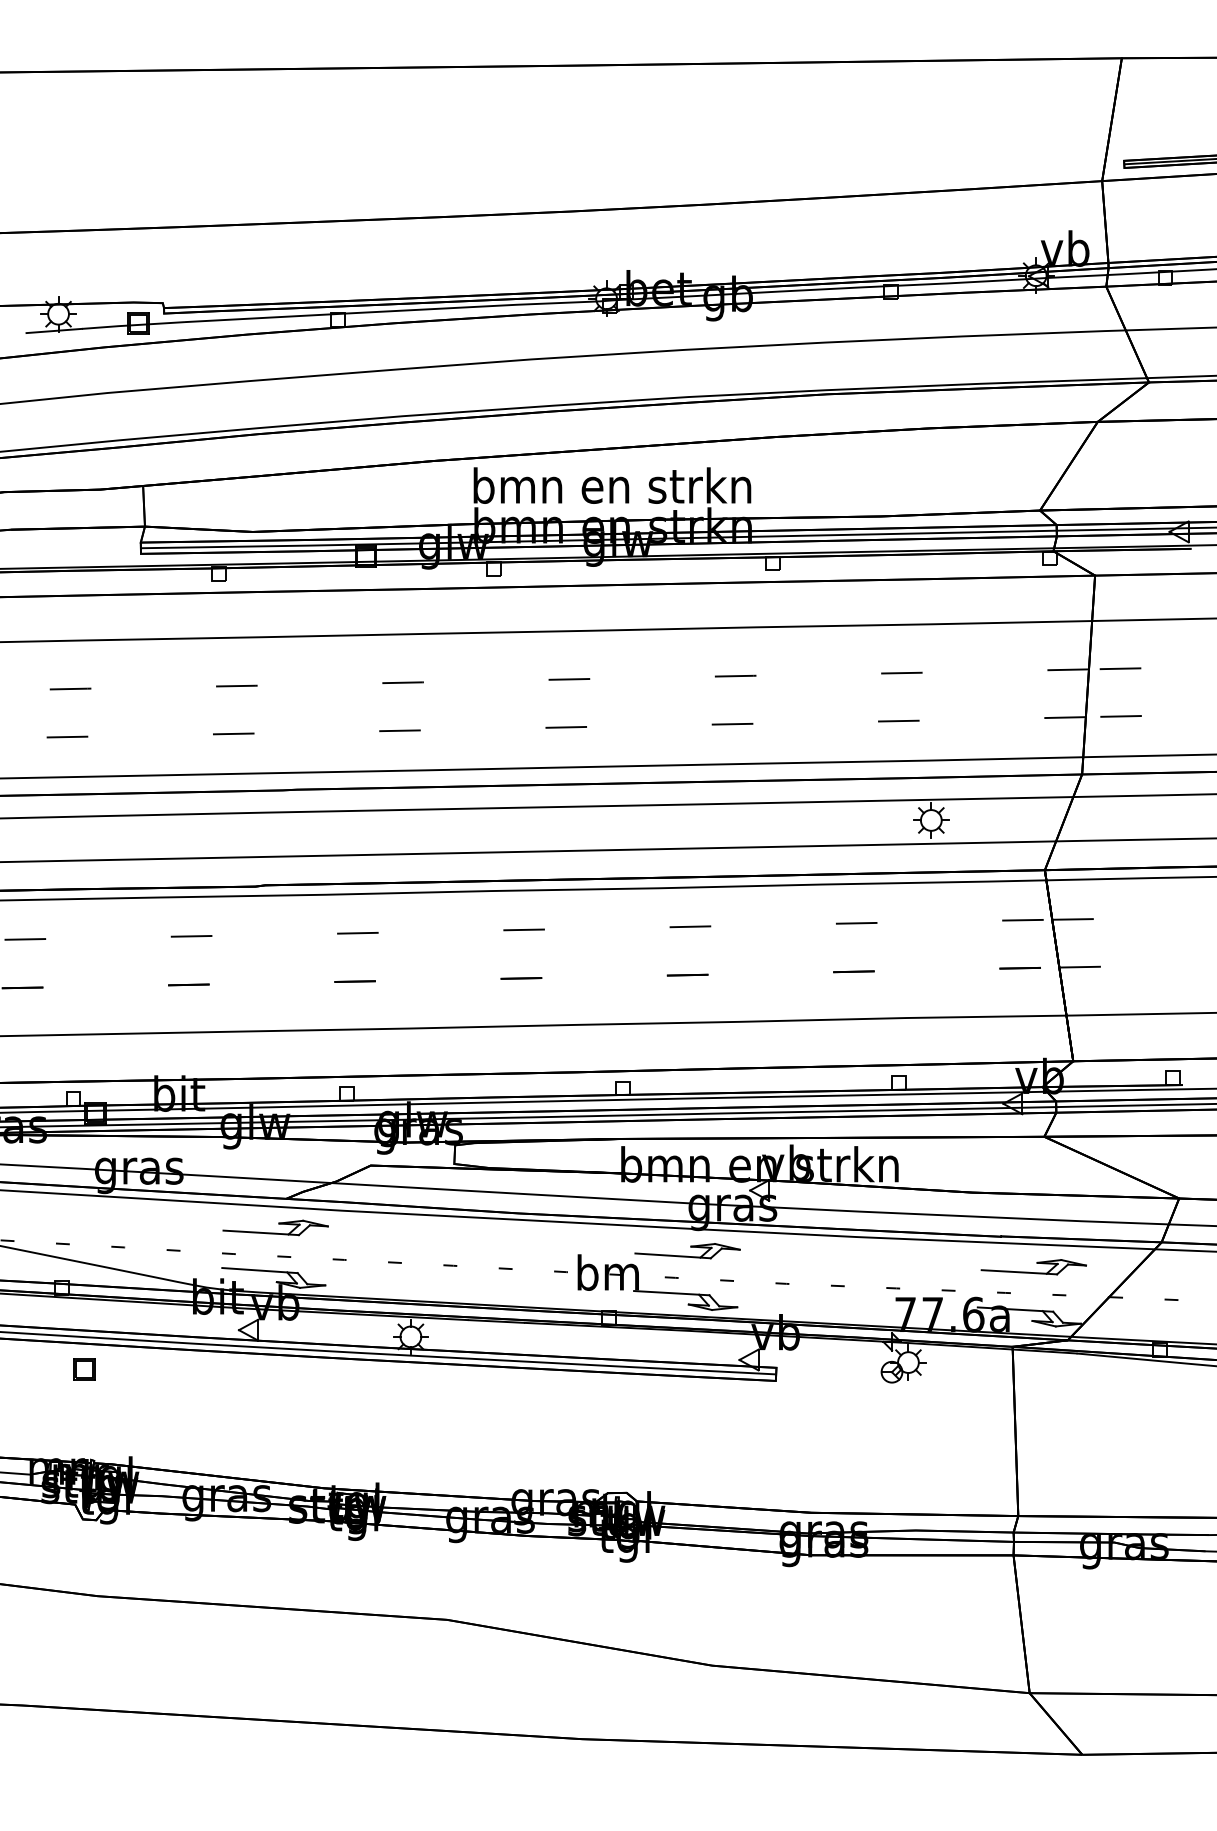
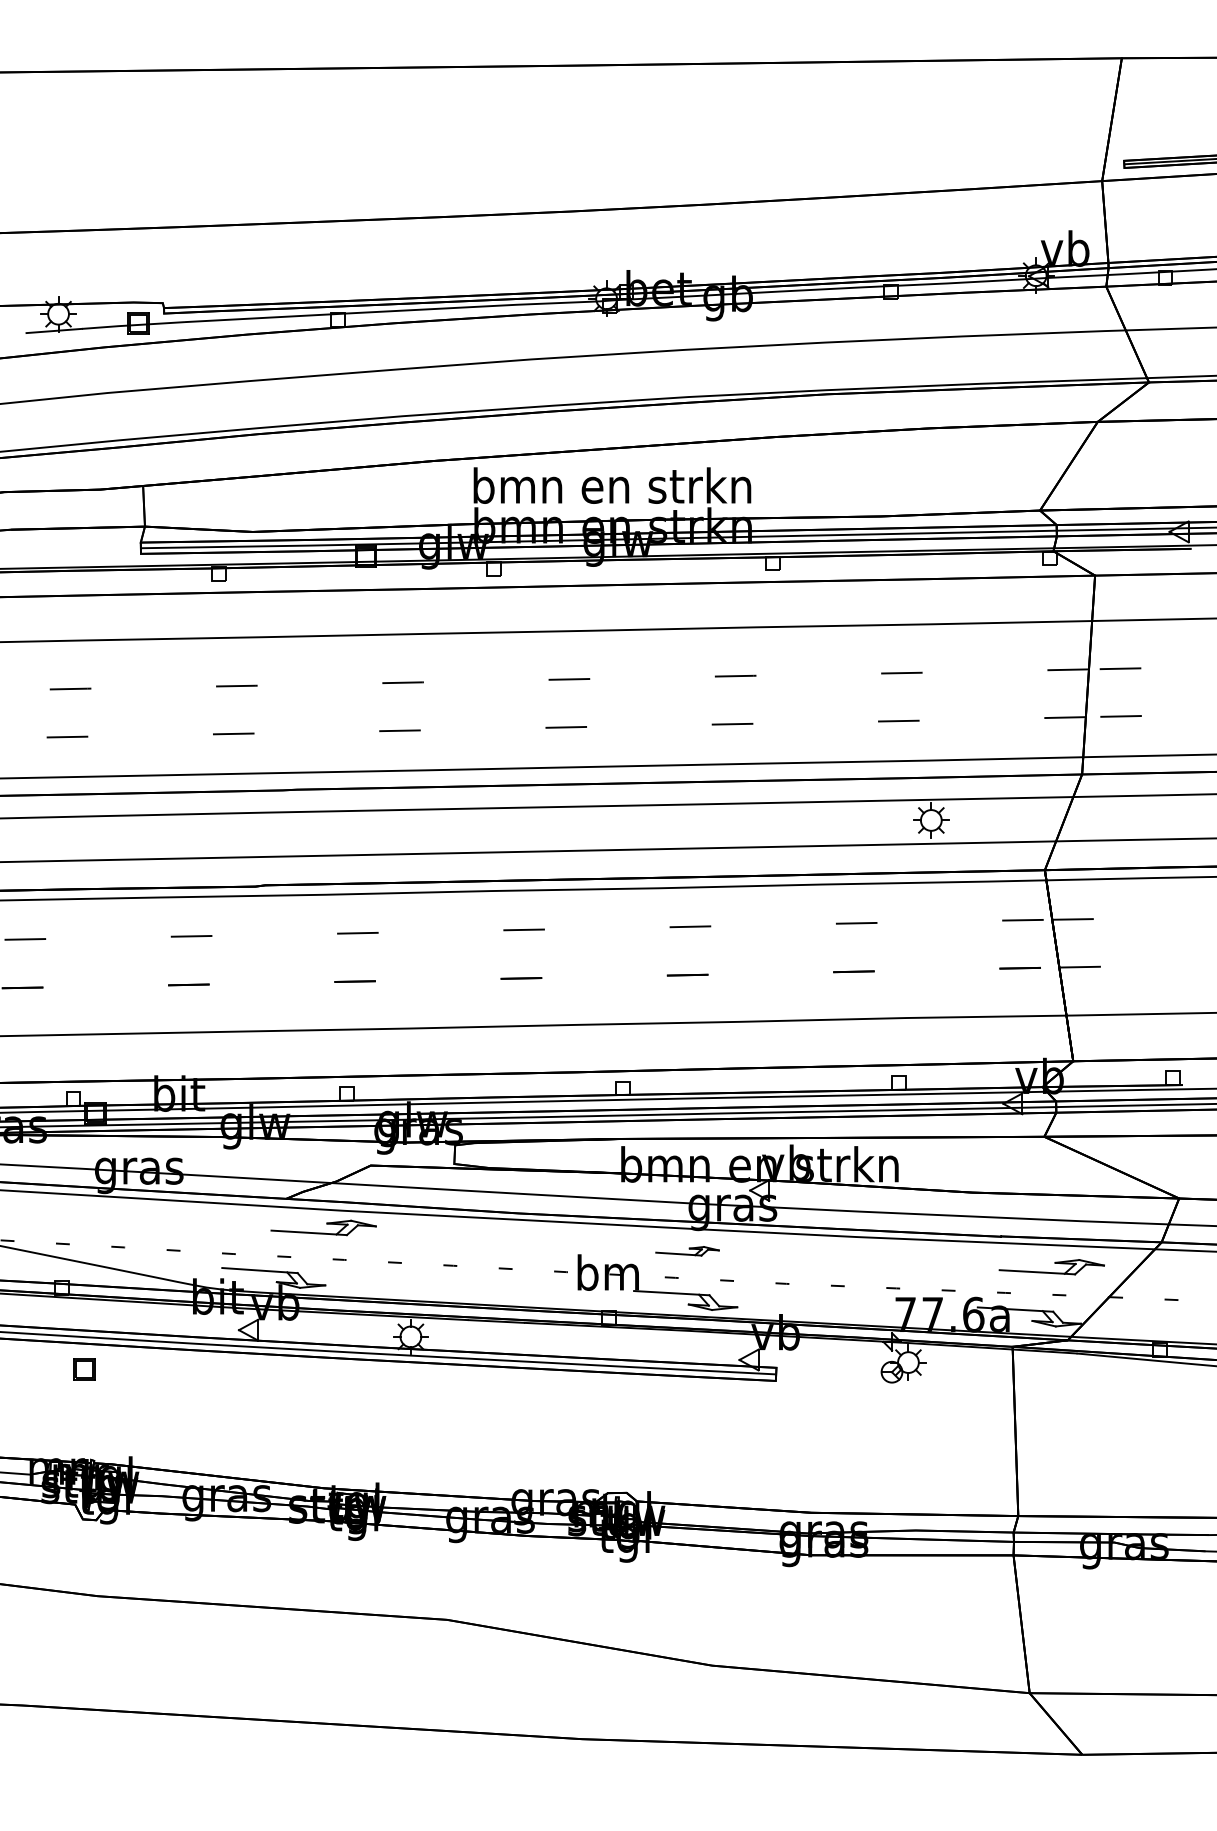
part at (275, 1227) position: (275, 1227) -> (323, 1227)
part at (687, 1251) size: 107x17 px -> 65x11 px
part at (1033, 1267) position: (1033, 1267) -> (1051, 1267)
